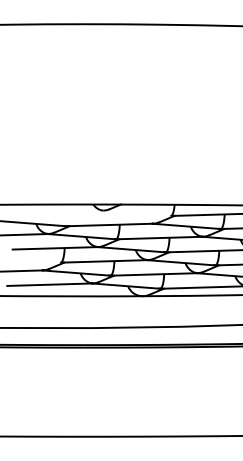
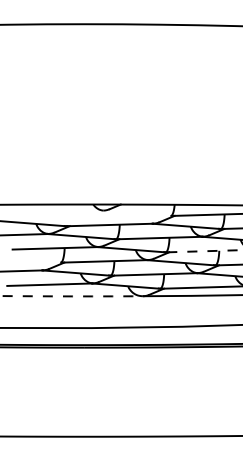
line at (204, 251): solid -> dashed
arc at (71, 296): solid -> dashed
